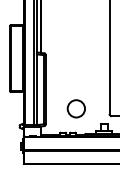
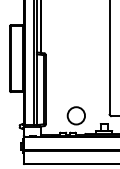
circle at (75, 108) position: (75, 108) -> (75, 115)
